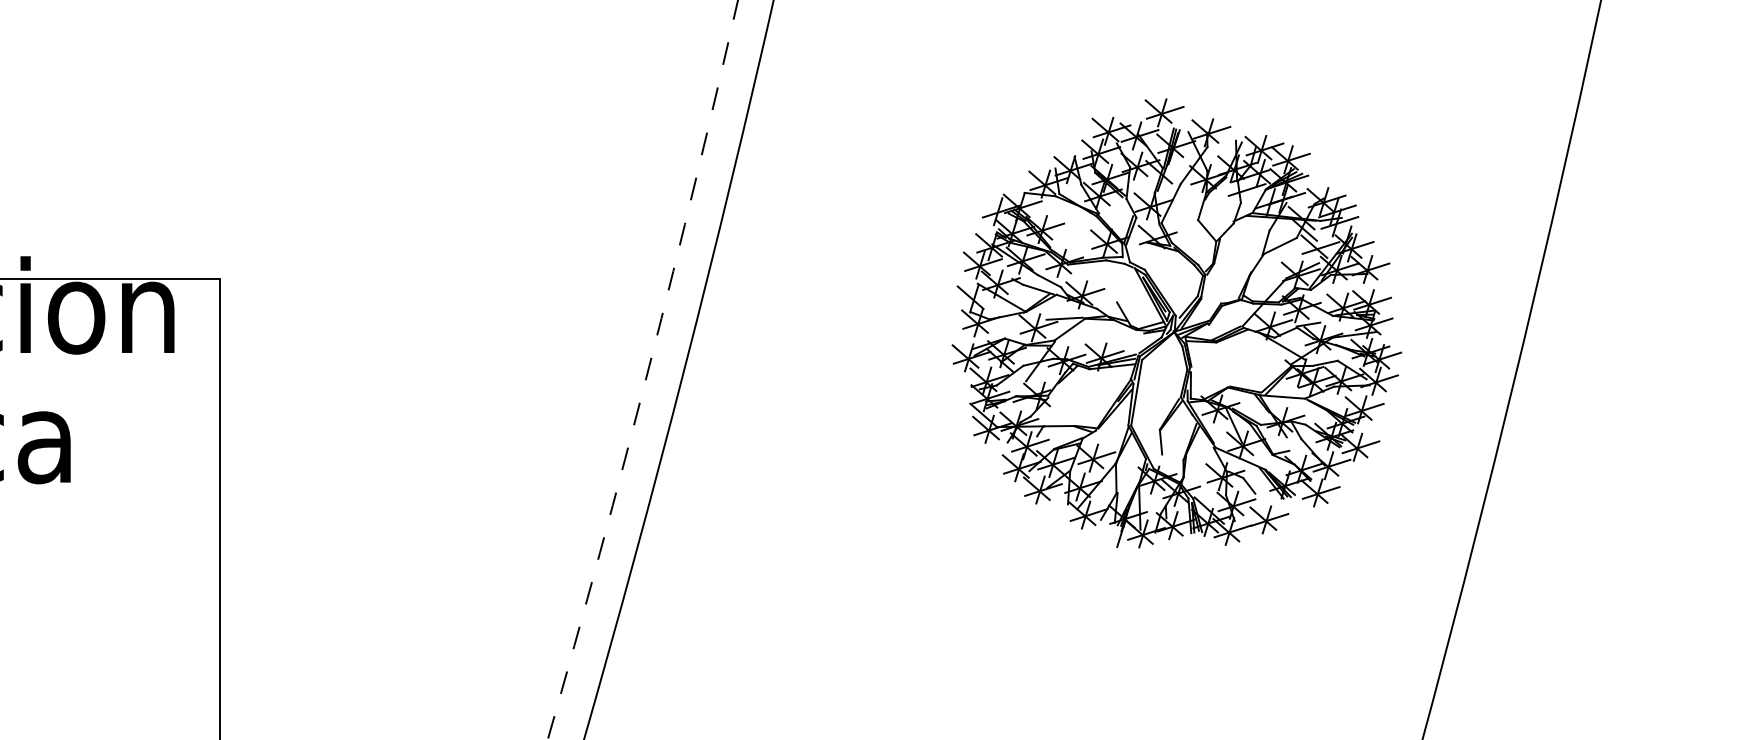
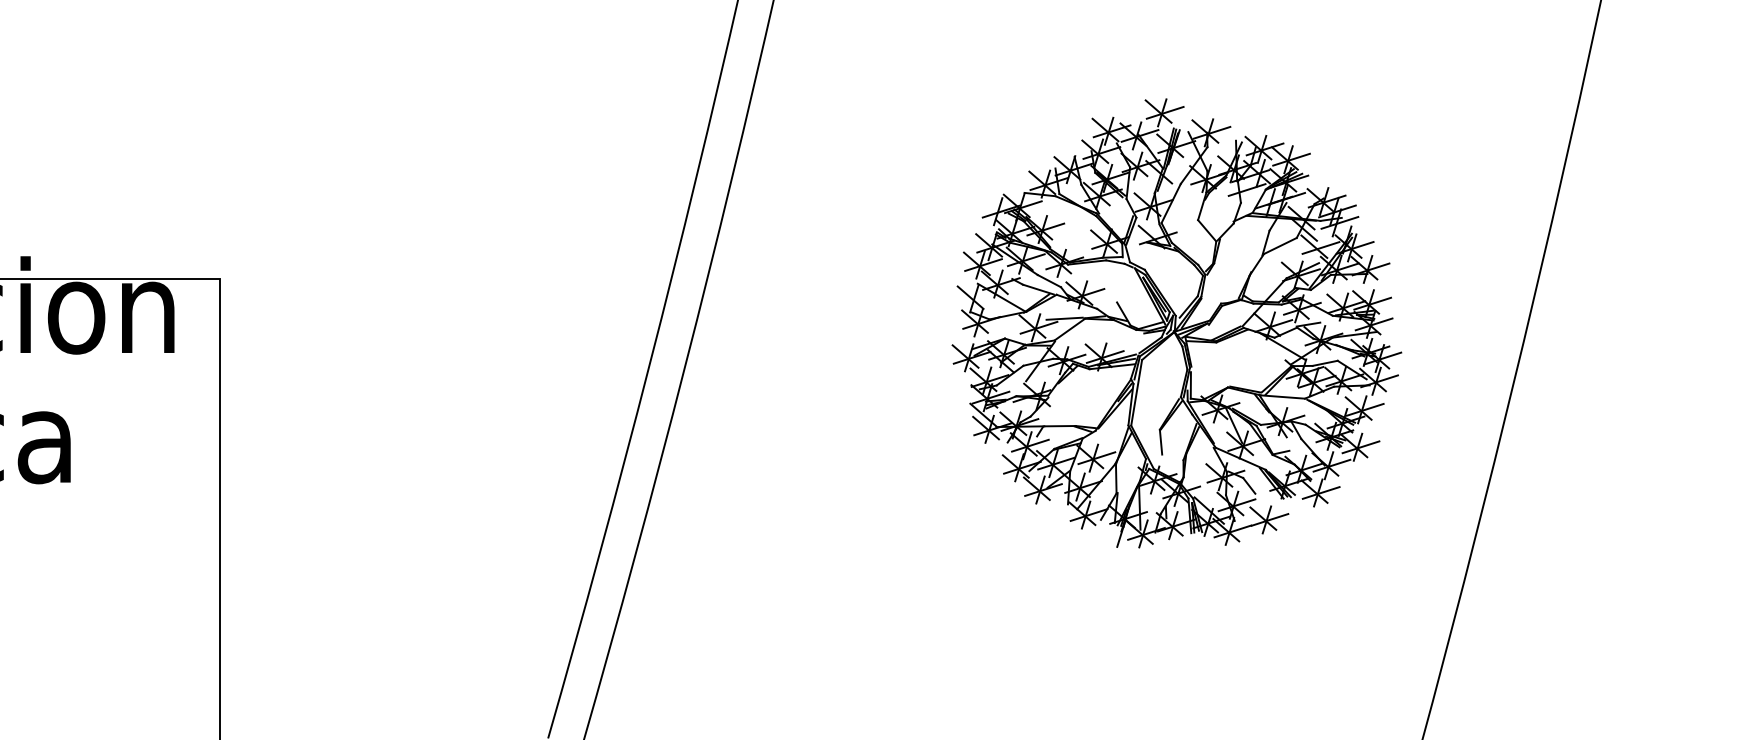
arc at (648, 370): dashed -> solid
